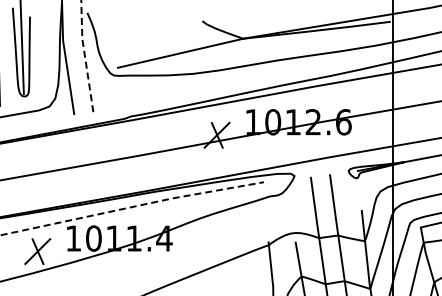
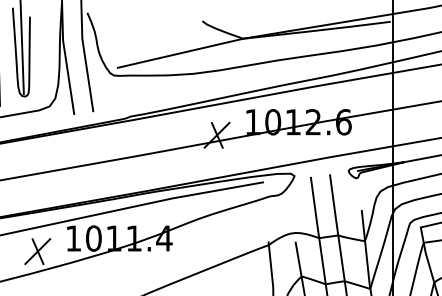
line at (84, 55): dashed -> solid
line at (132, 207): dashed -> solid
